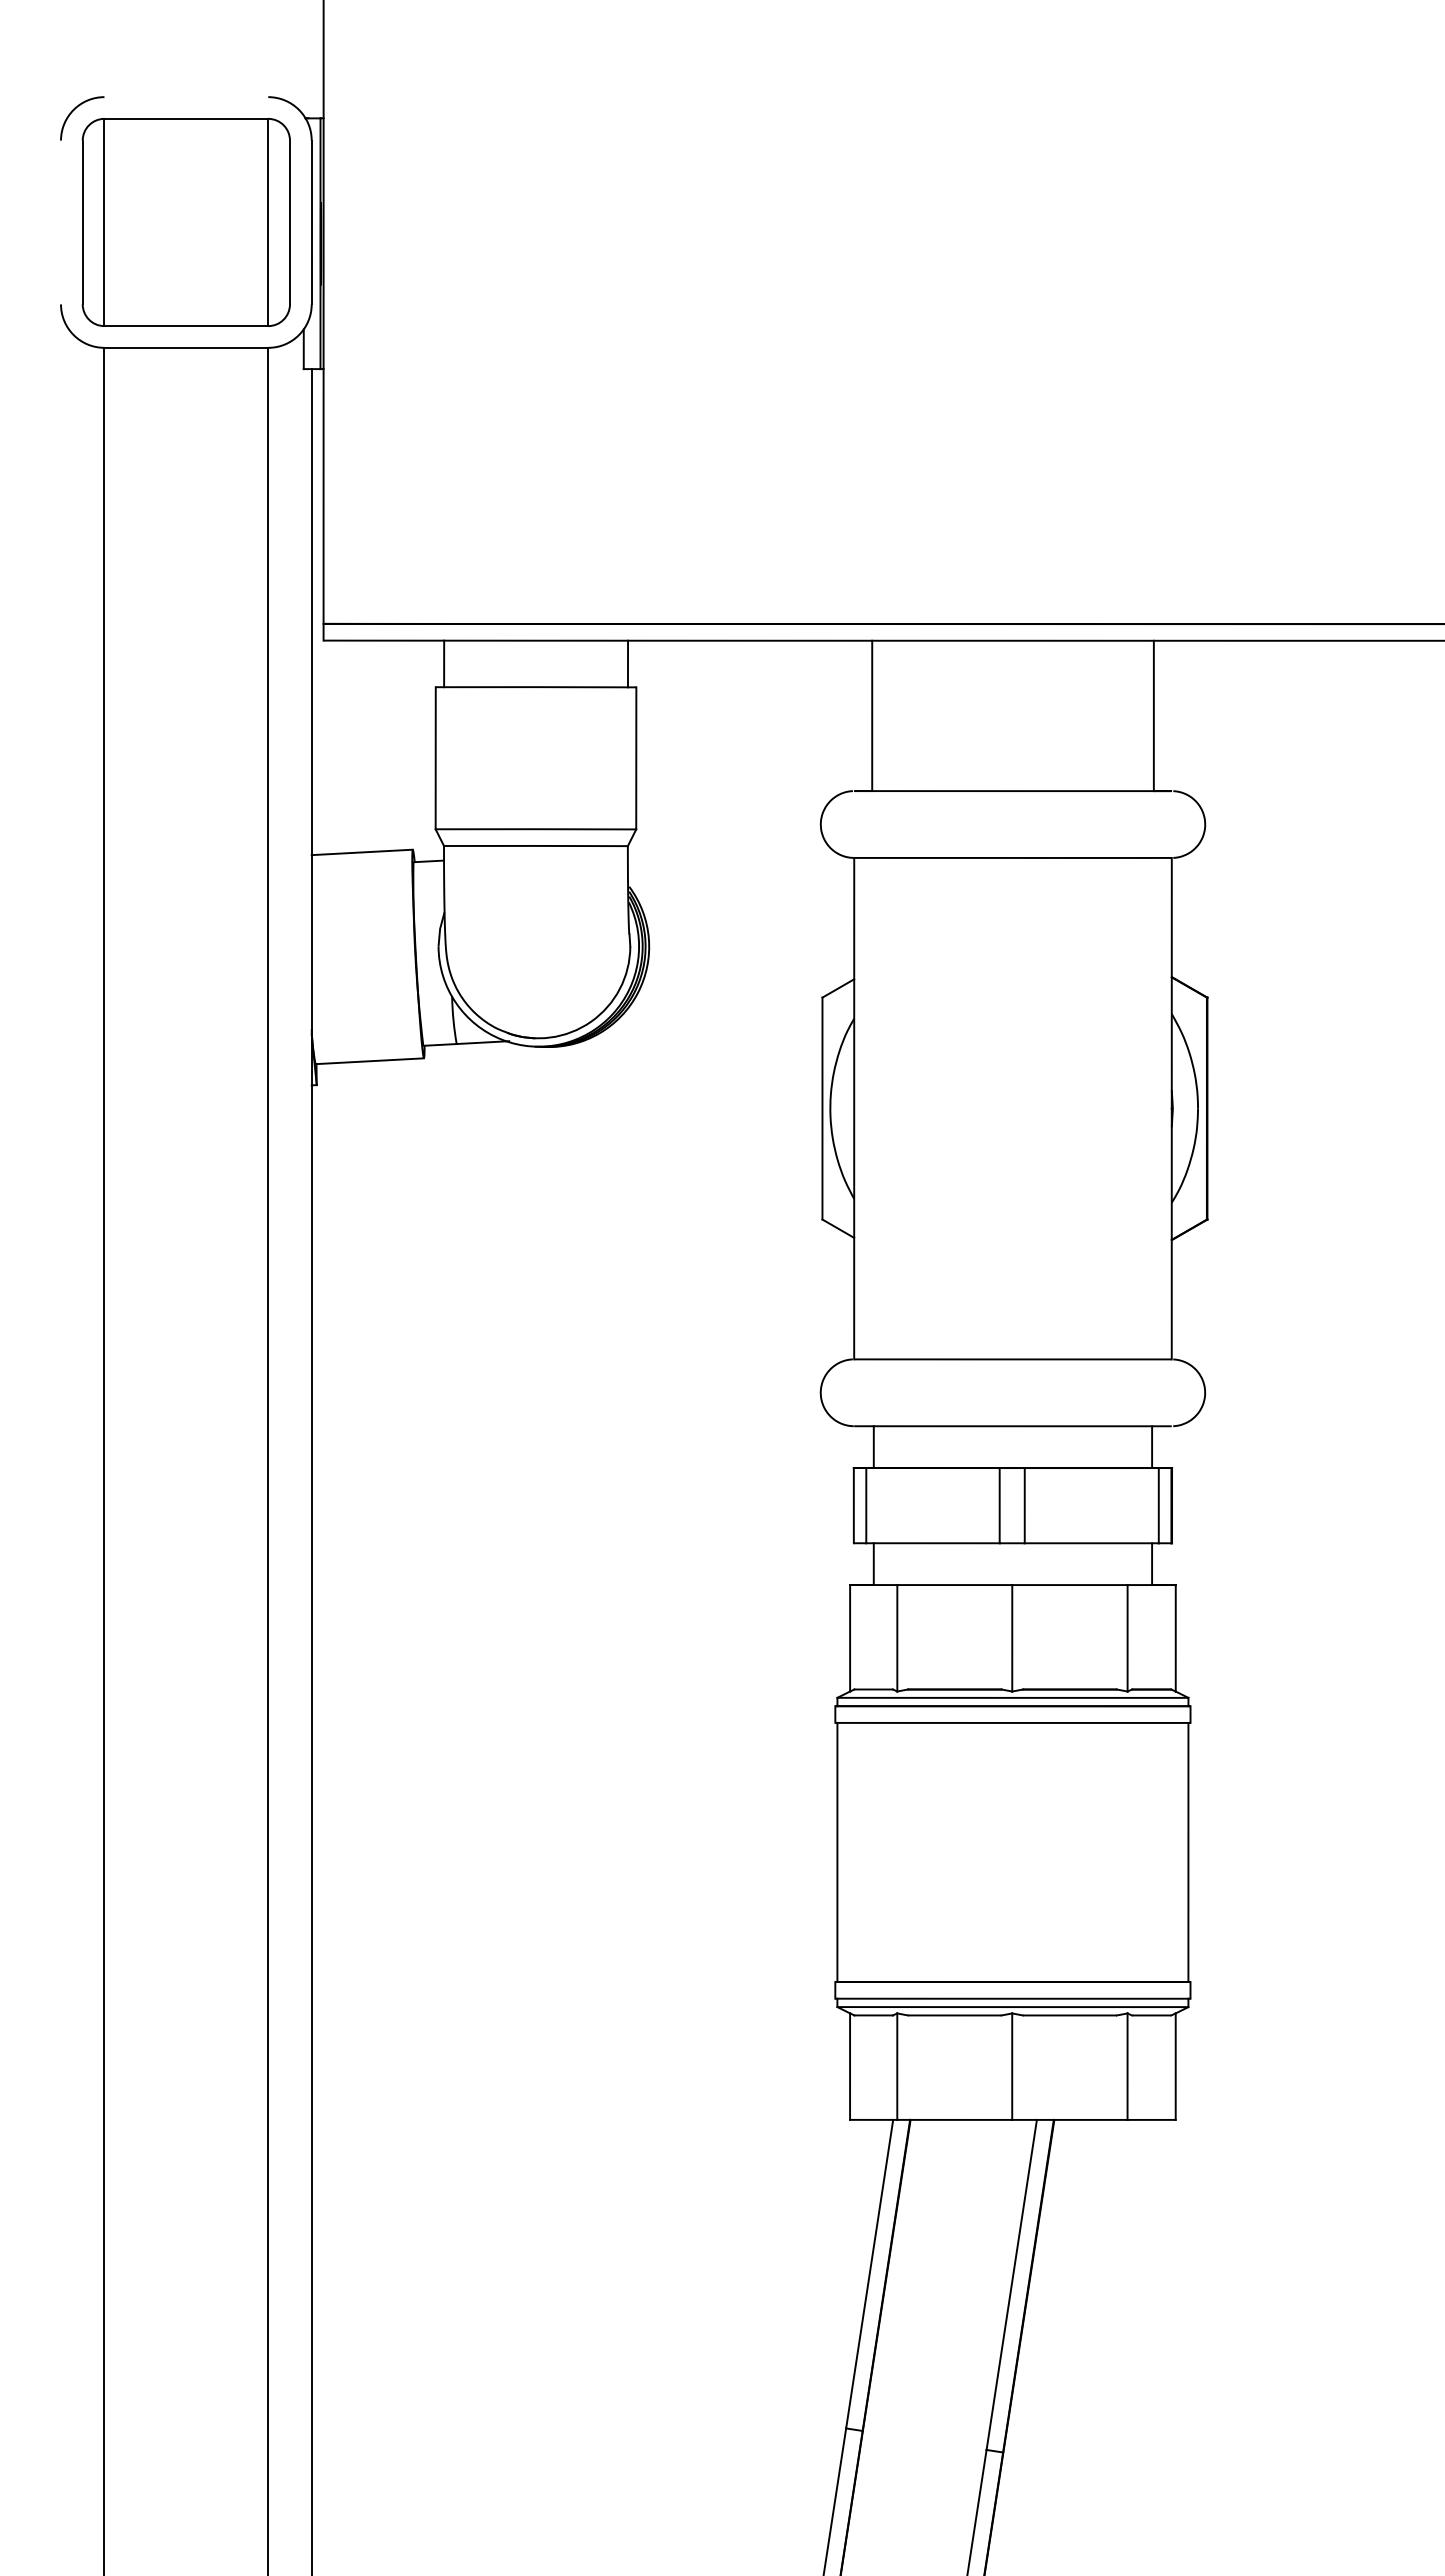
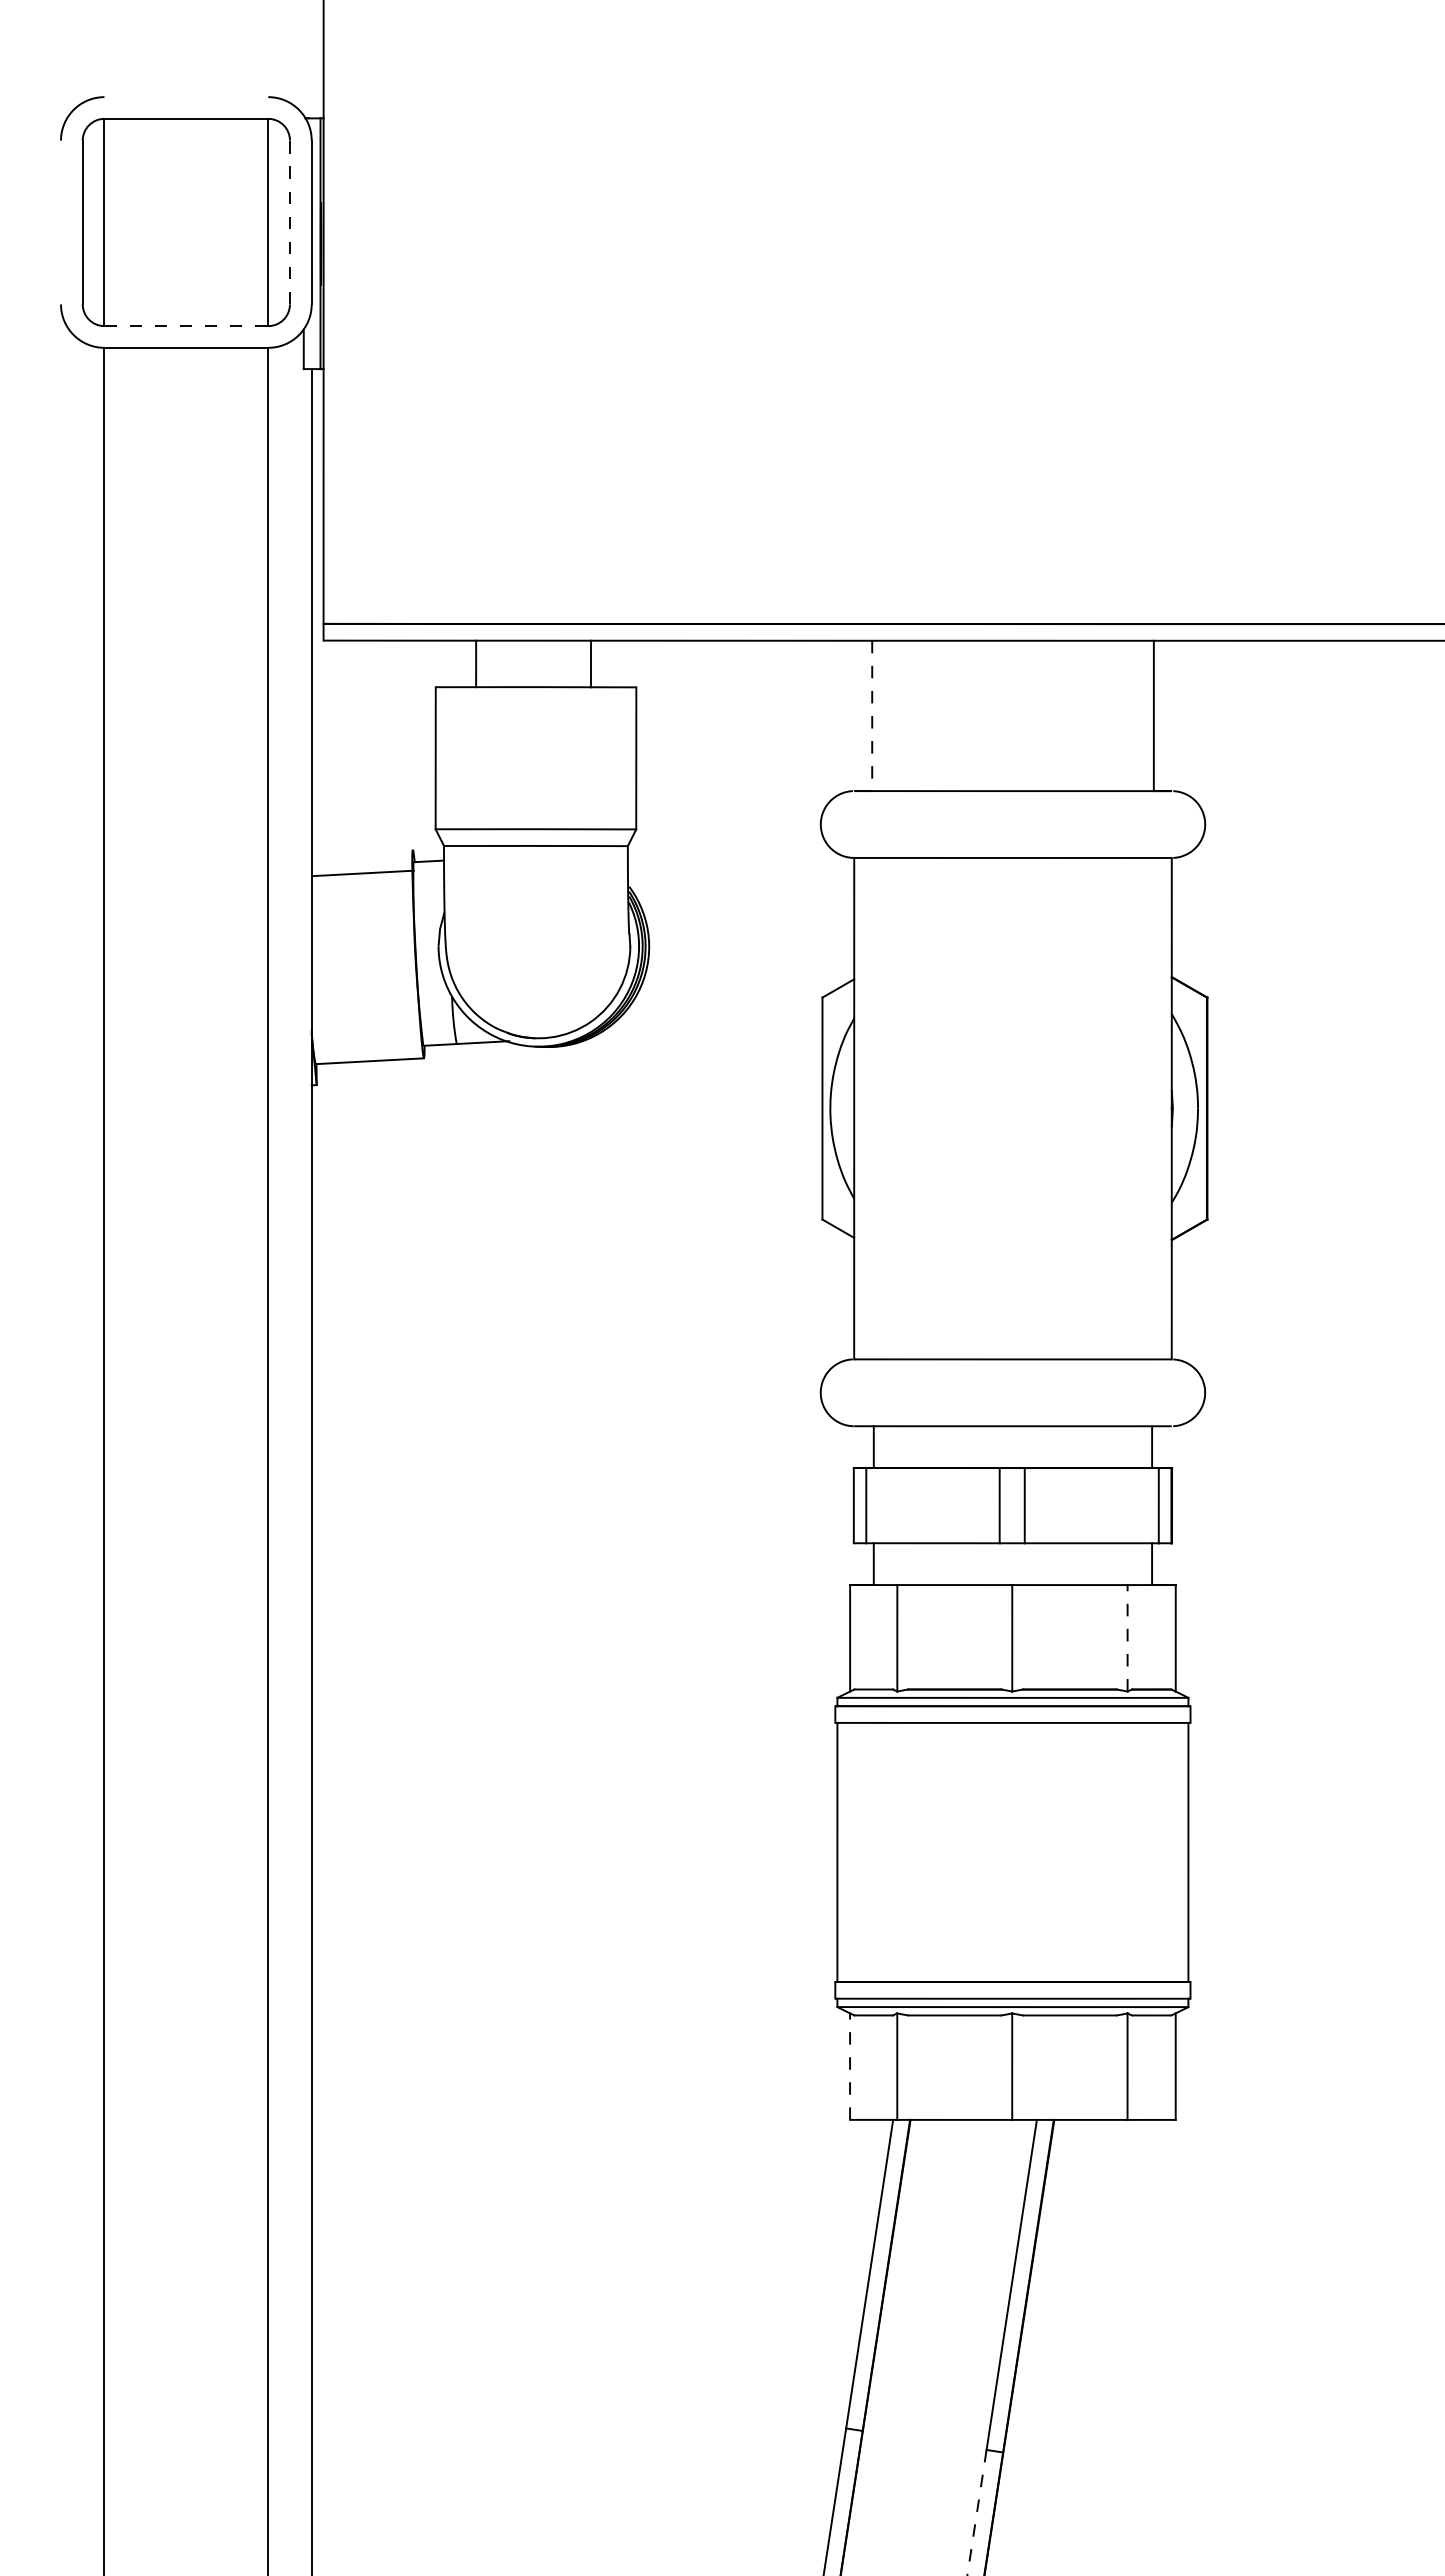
line at (289, 222): solid -> dashed
line at (186, 326): solid -> dashed
line at (444, 663) position: (444, 663) -> (476, 663)
line at (627, 663) position: (627, 663) -> (590, 663)
line at (872, 716): solid -> dashed
line at (361, 852) position: (361, 852) -> (362, 873)
line at (1127, 1637): solid -> dashed
line at (850, 2066): solid -> dashed
line at (976, 2513): solid -> dashed
